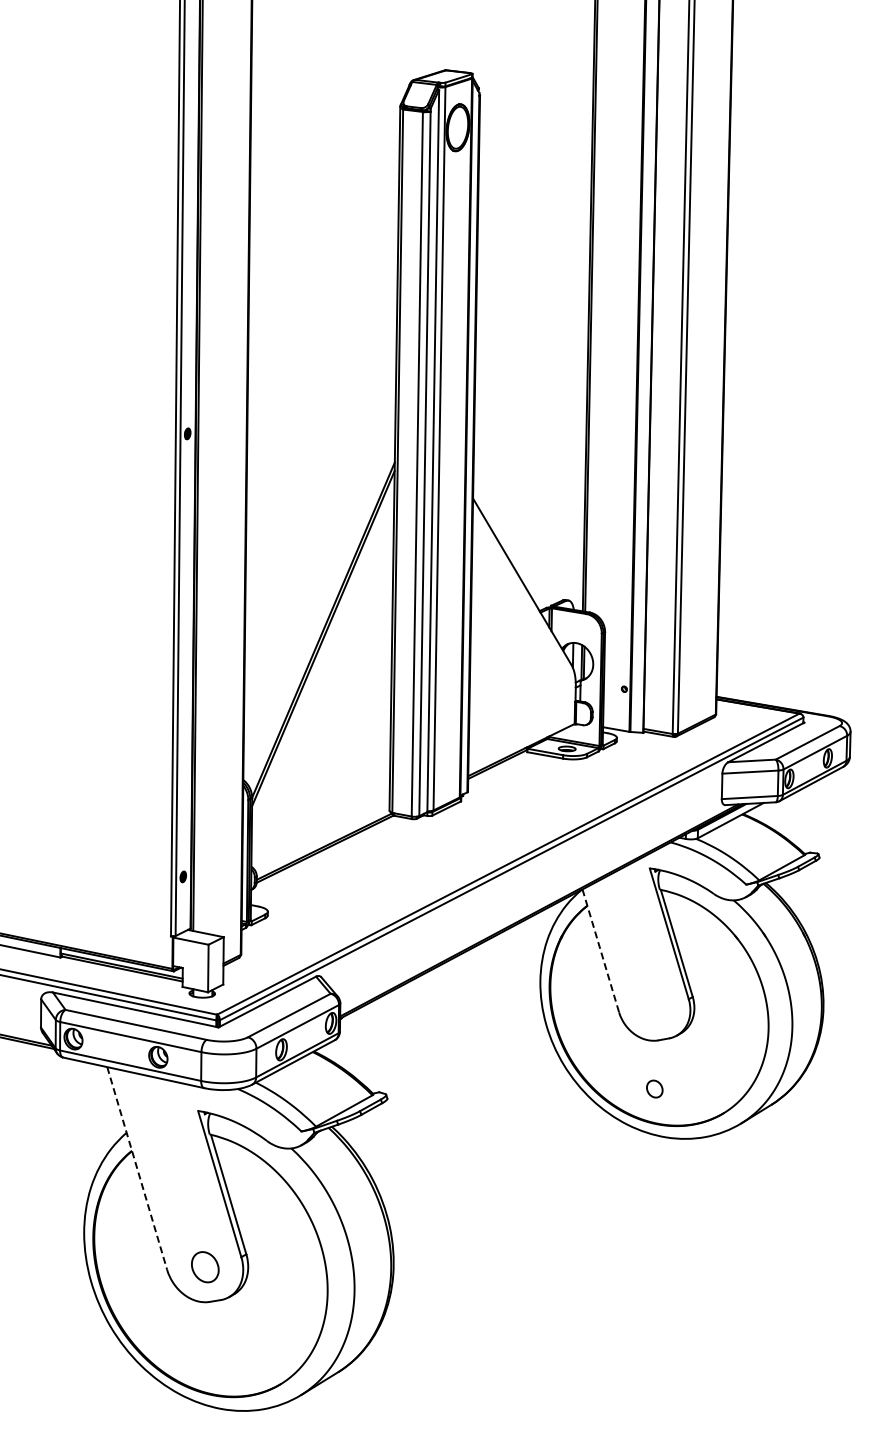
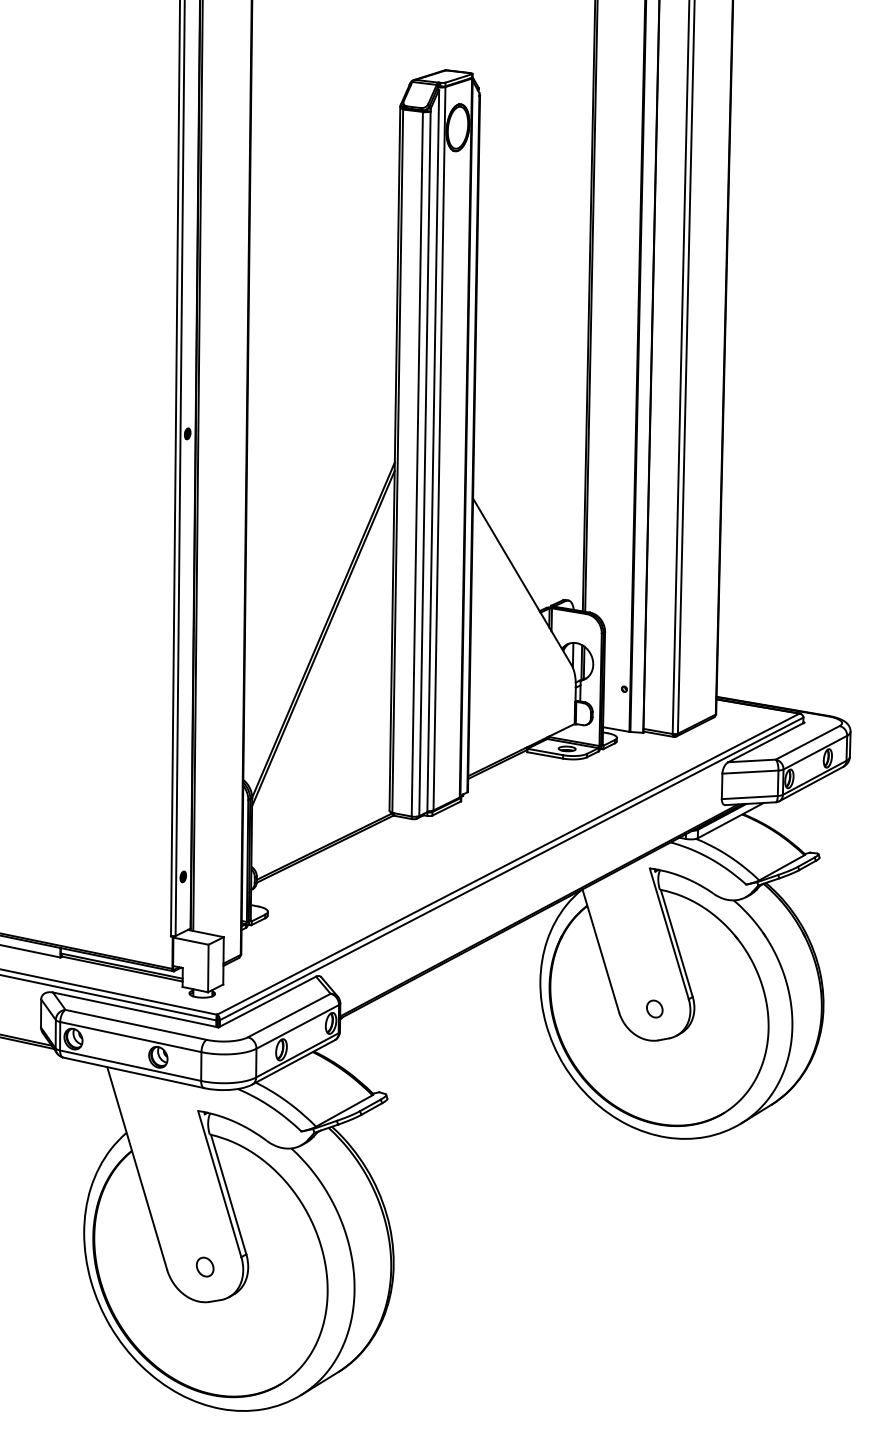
line at (600, 951): dashed -> solid
part at (654, 1088) position: (654, 1088) -> (654, 1008)
line at (137, 1168): dashed -> solid
part at (205, 1267) size: 29x33 px -> 20x22 px
